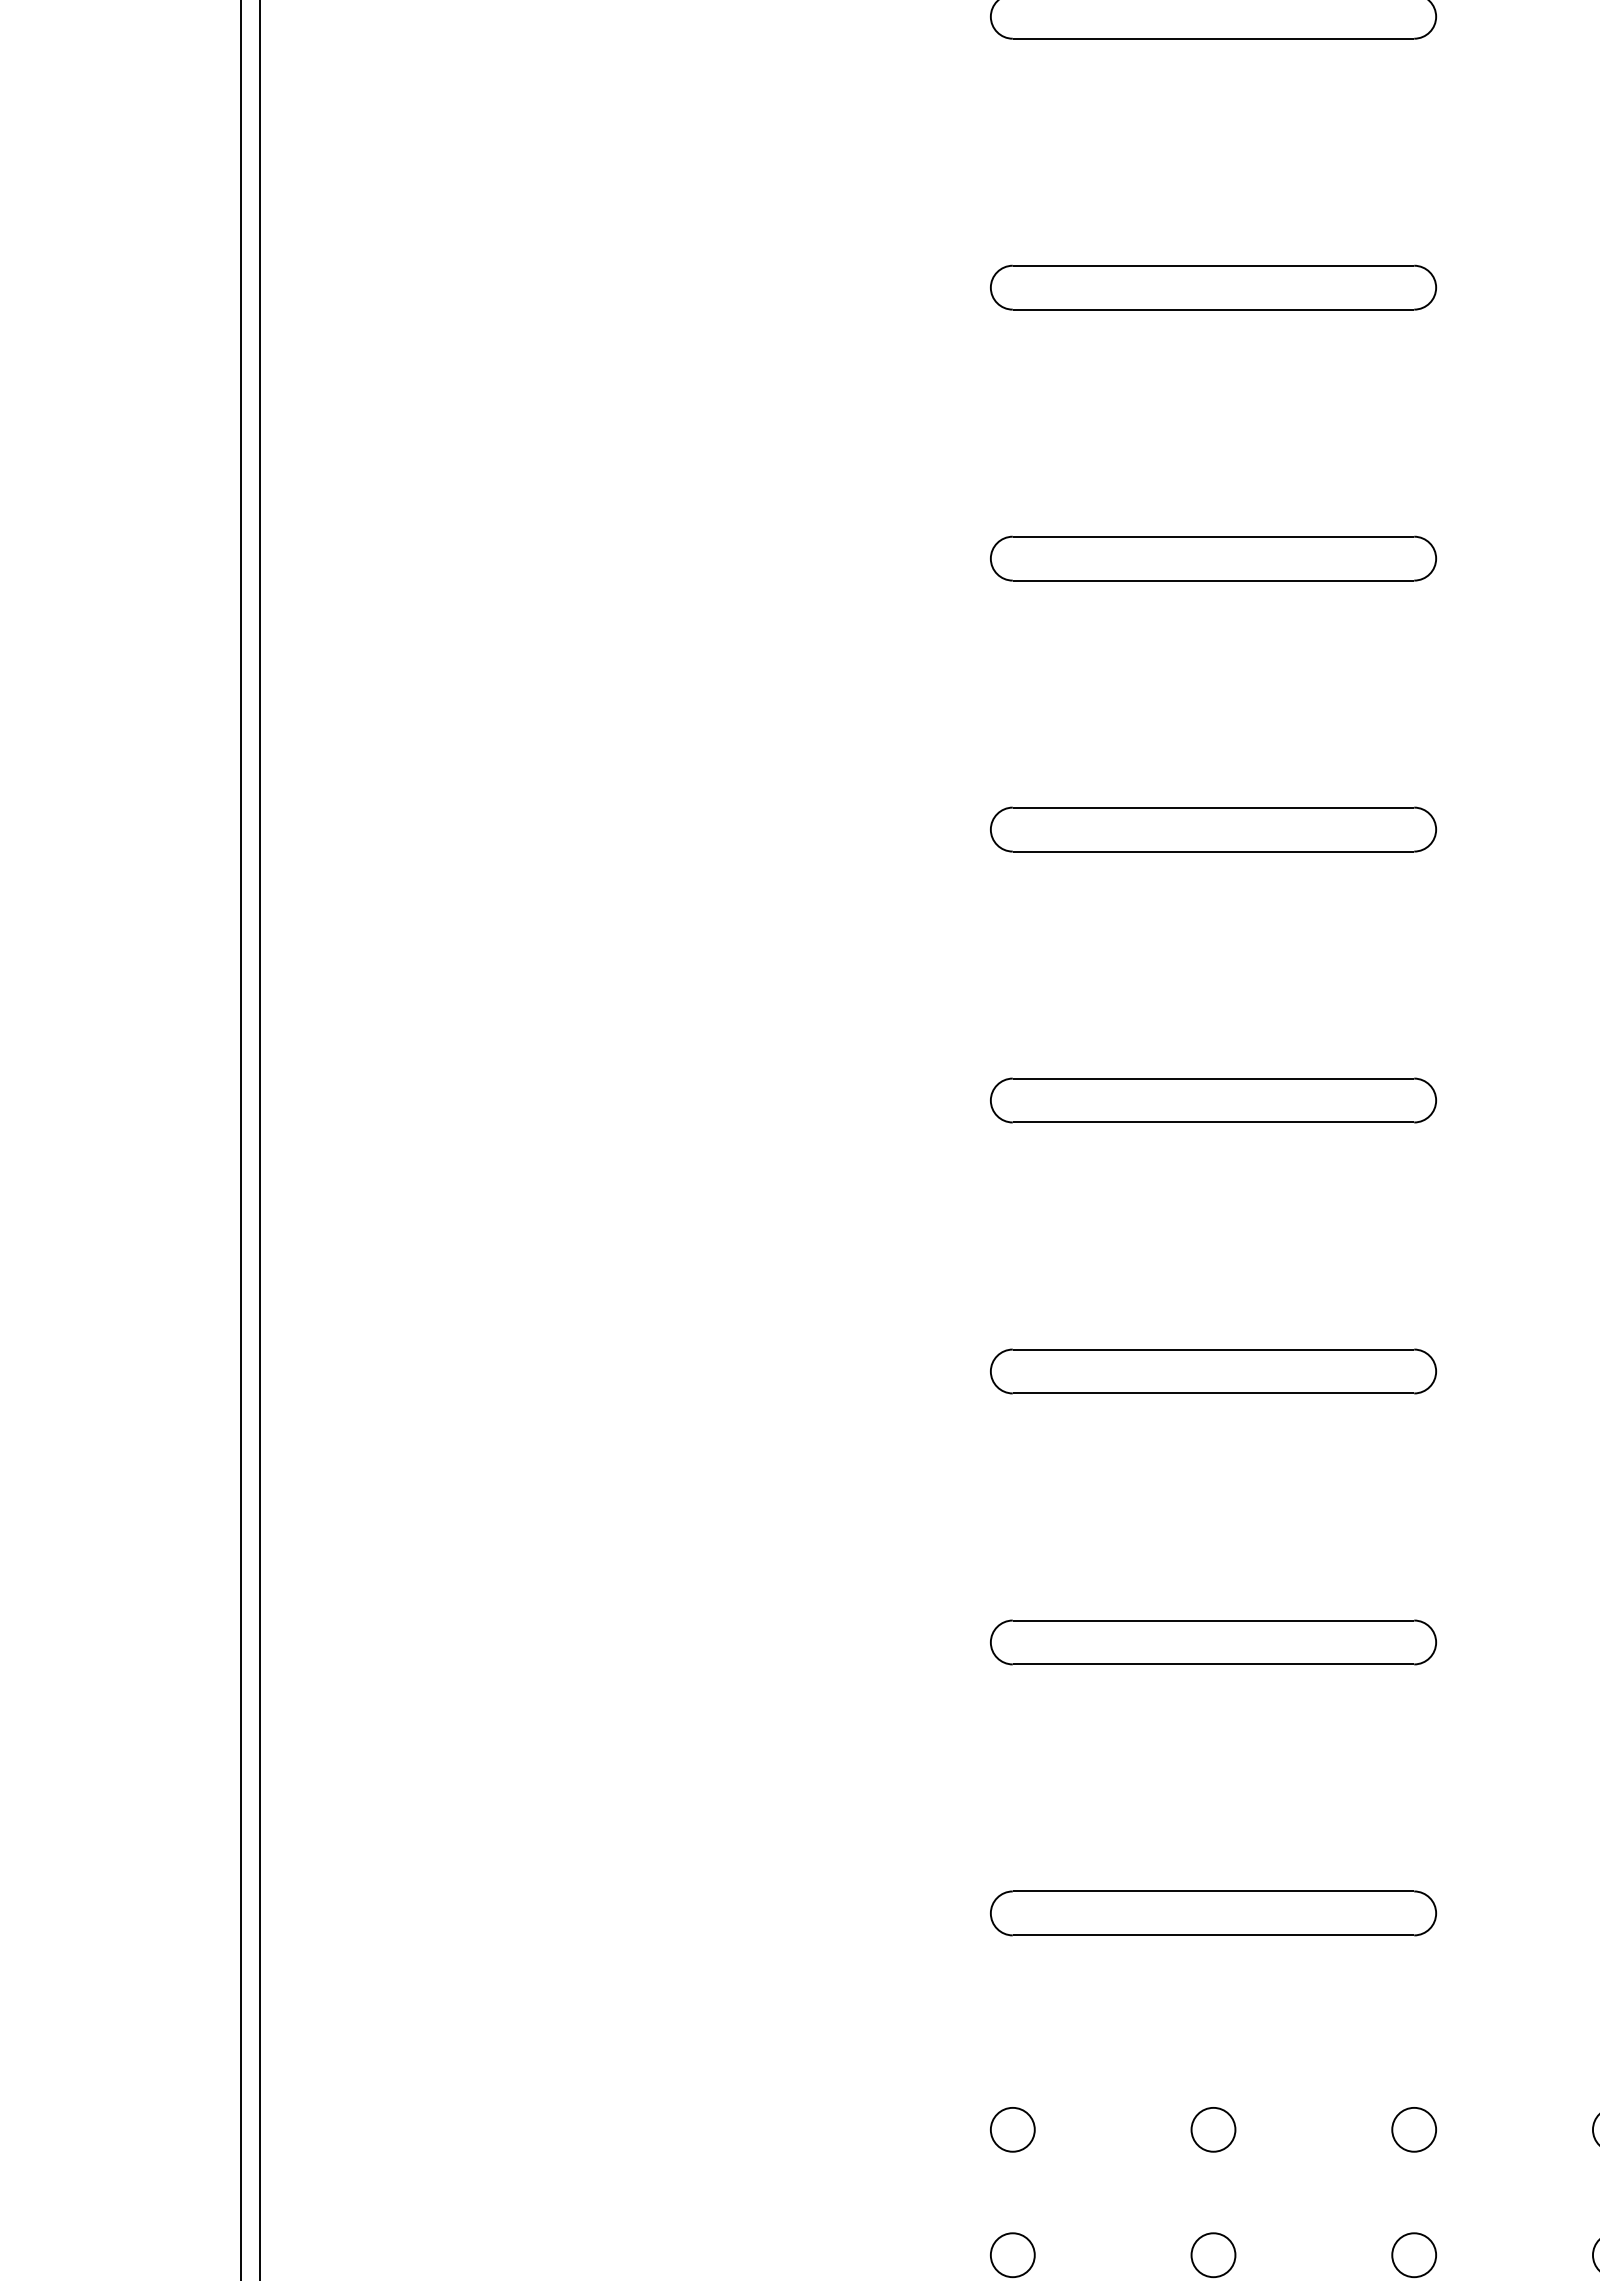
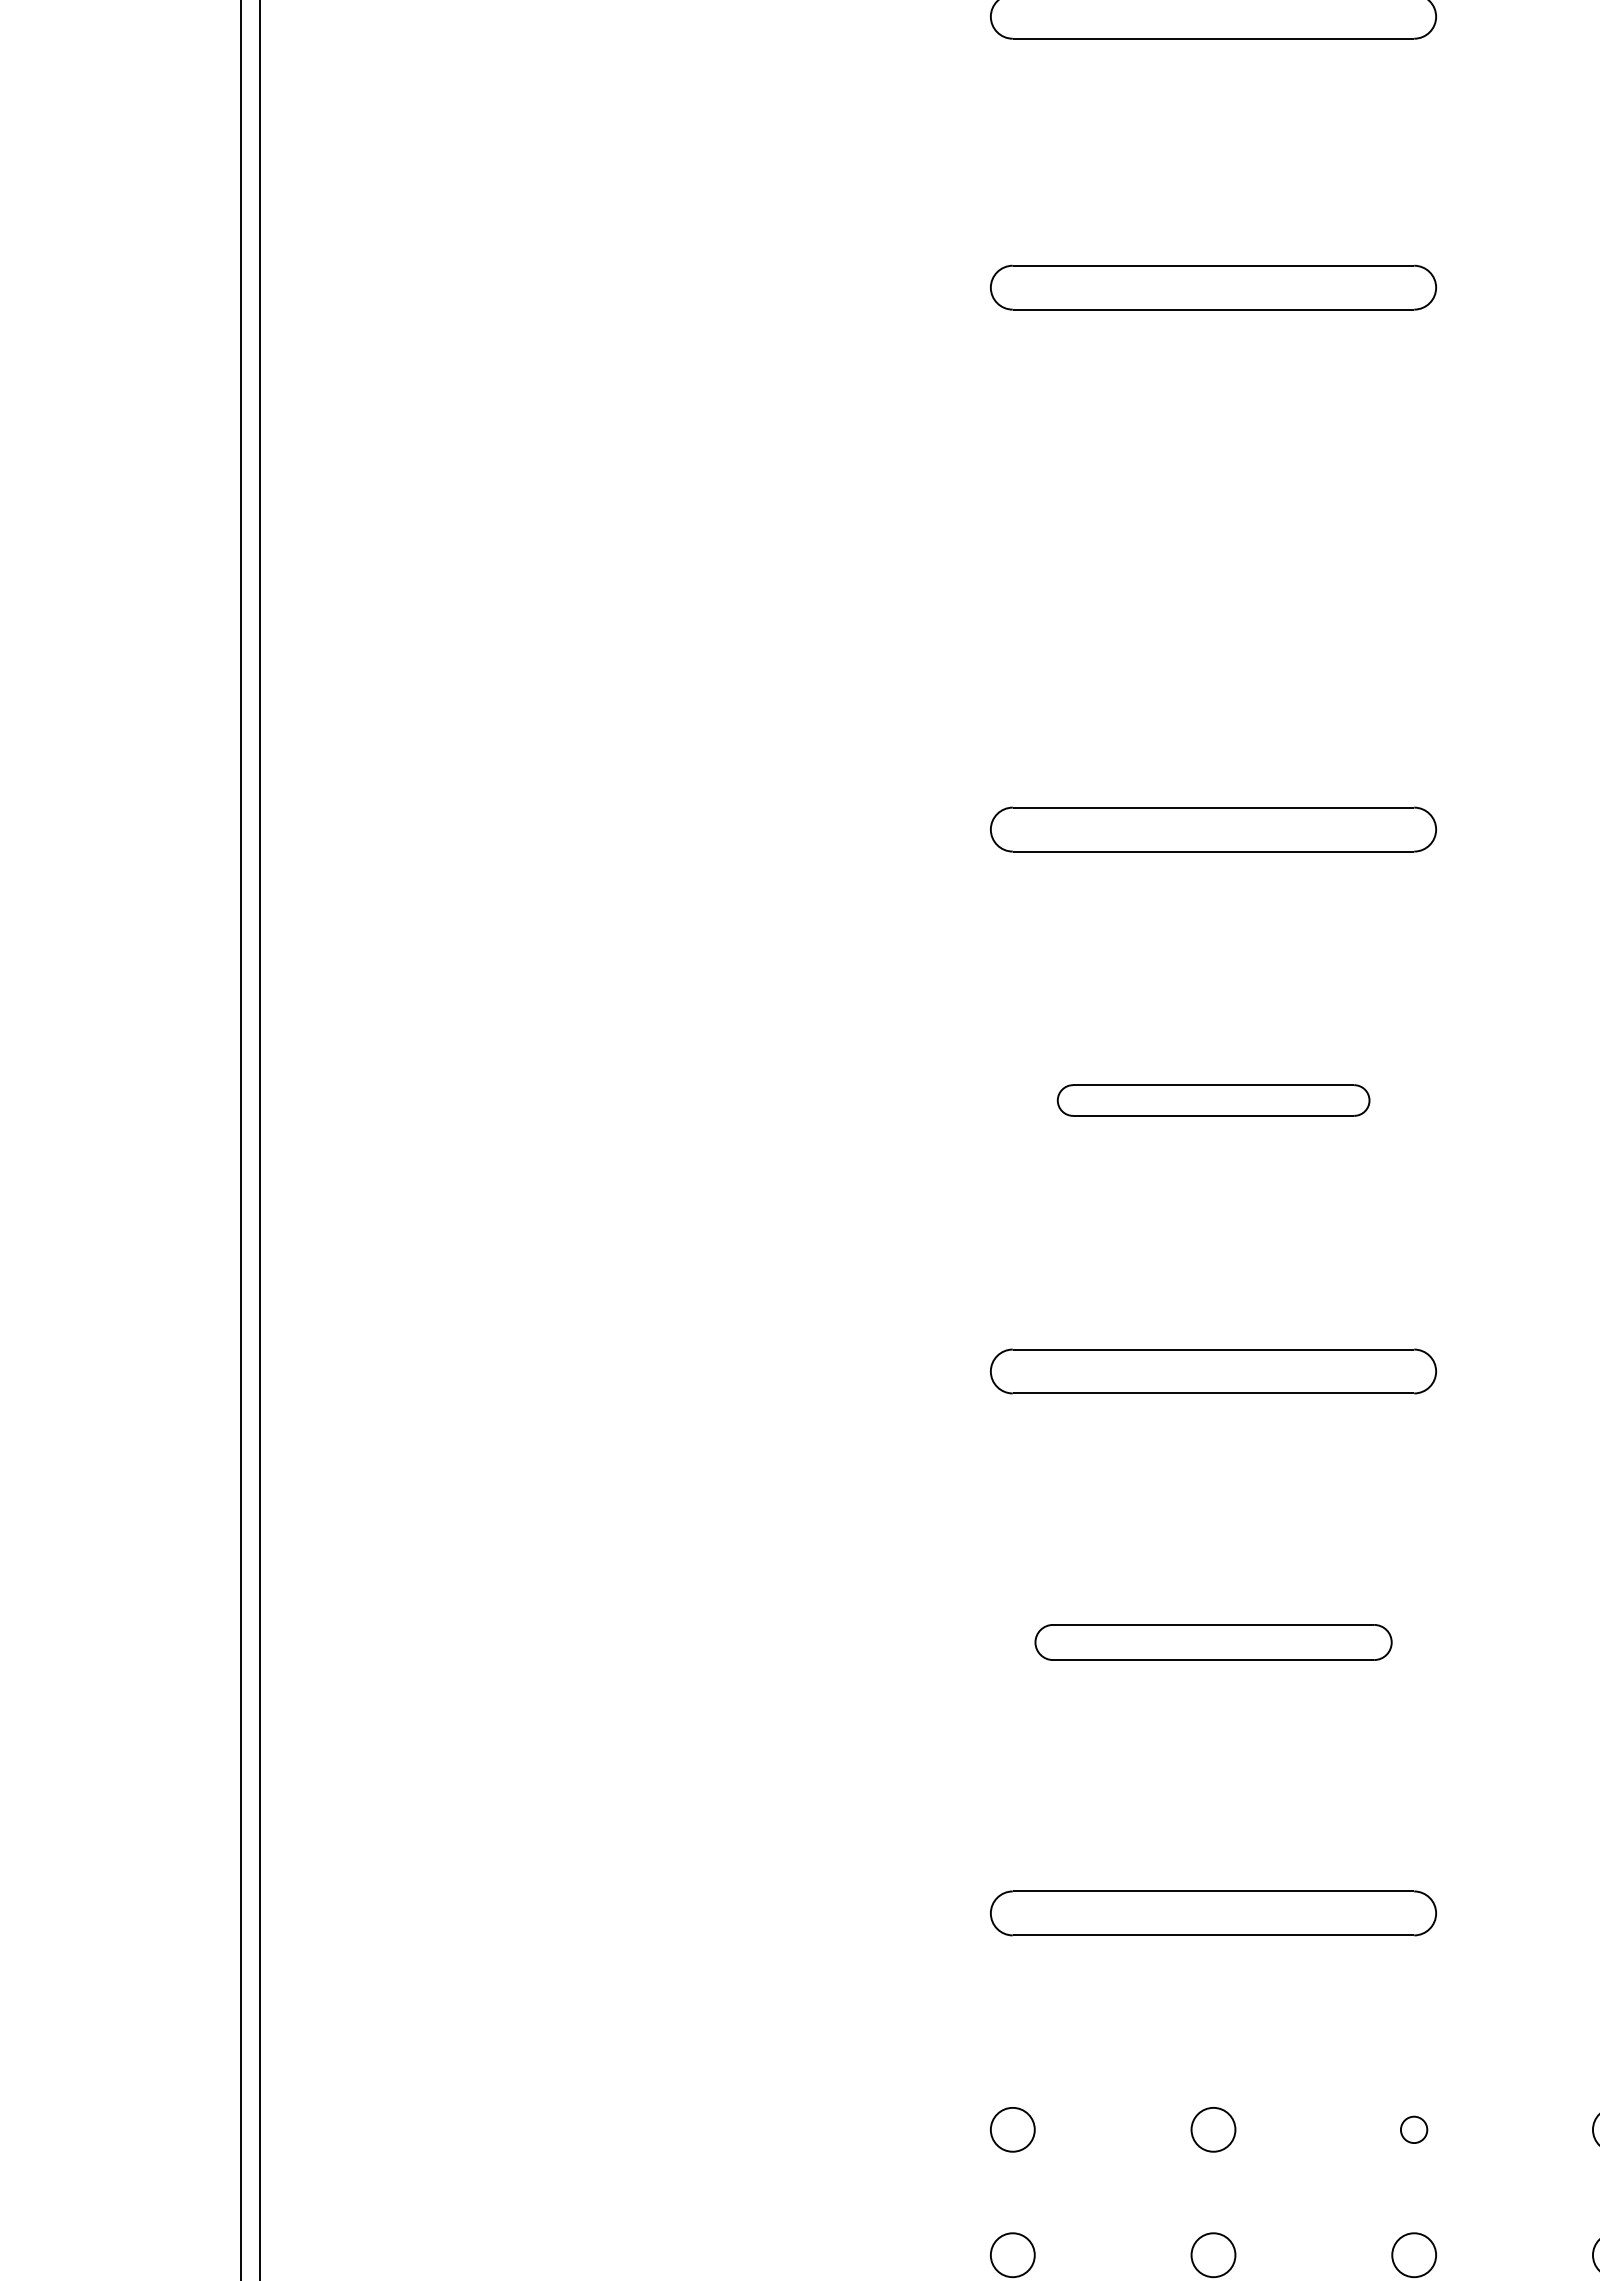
part at (1213, 558): present -> none
part at (1213, 1100) size: 448x47 px -> 315x33 px
part at (1213, 1642) size: 448x47 px -> 359x37 px
part at (1413, 2129) size: 46x46 px -> 29x29 px
